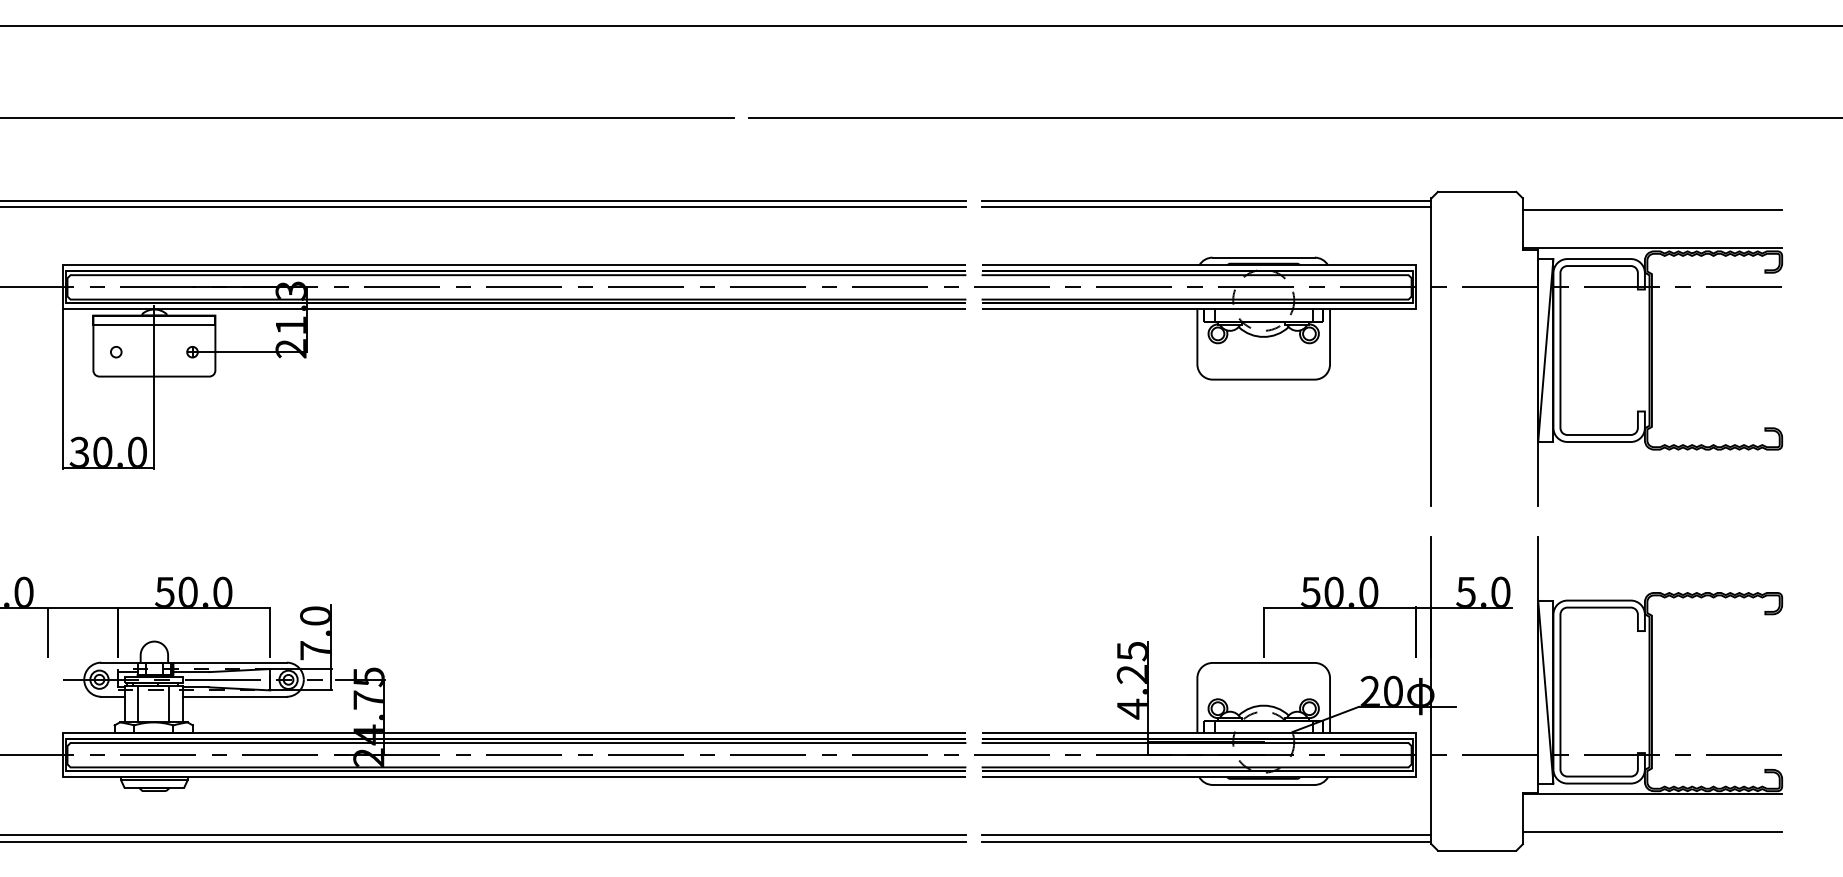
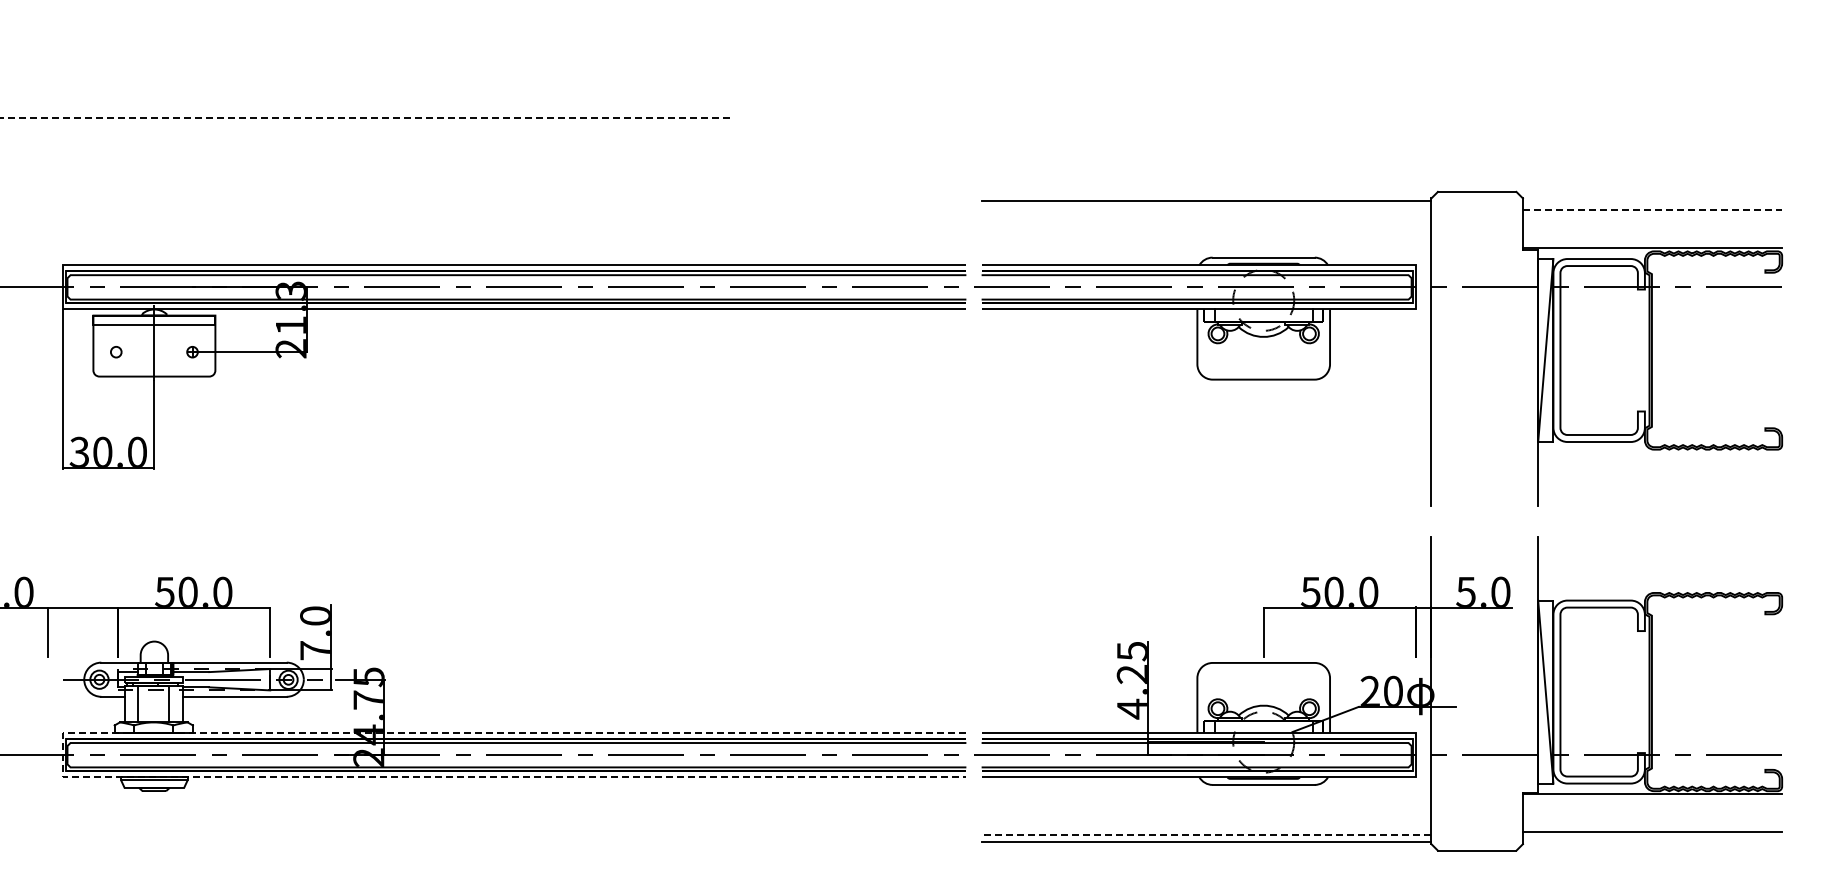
line at (920, 26): present -> none
line at (367, 117): solid -> dashed
line at (1294, 117): present -> none
line at (484, 201): present -> none
line at (484, 207): present -> none
line at (1206, 207): present -> none
line at (1652, 210): solid -> dashed
line at (62, 755): solid -> dashed
line at (484, 835): present -> none
line at (1206, 835): solid -> dashed
line at (484, 841): present -> none
